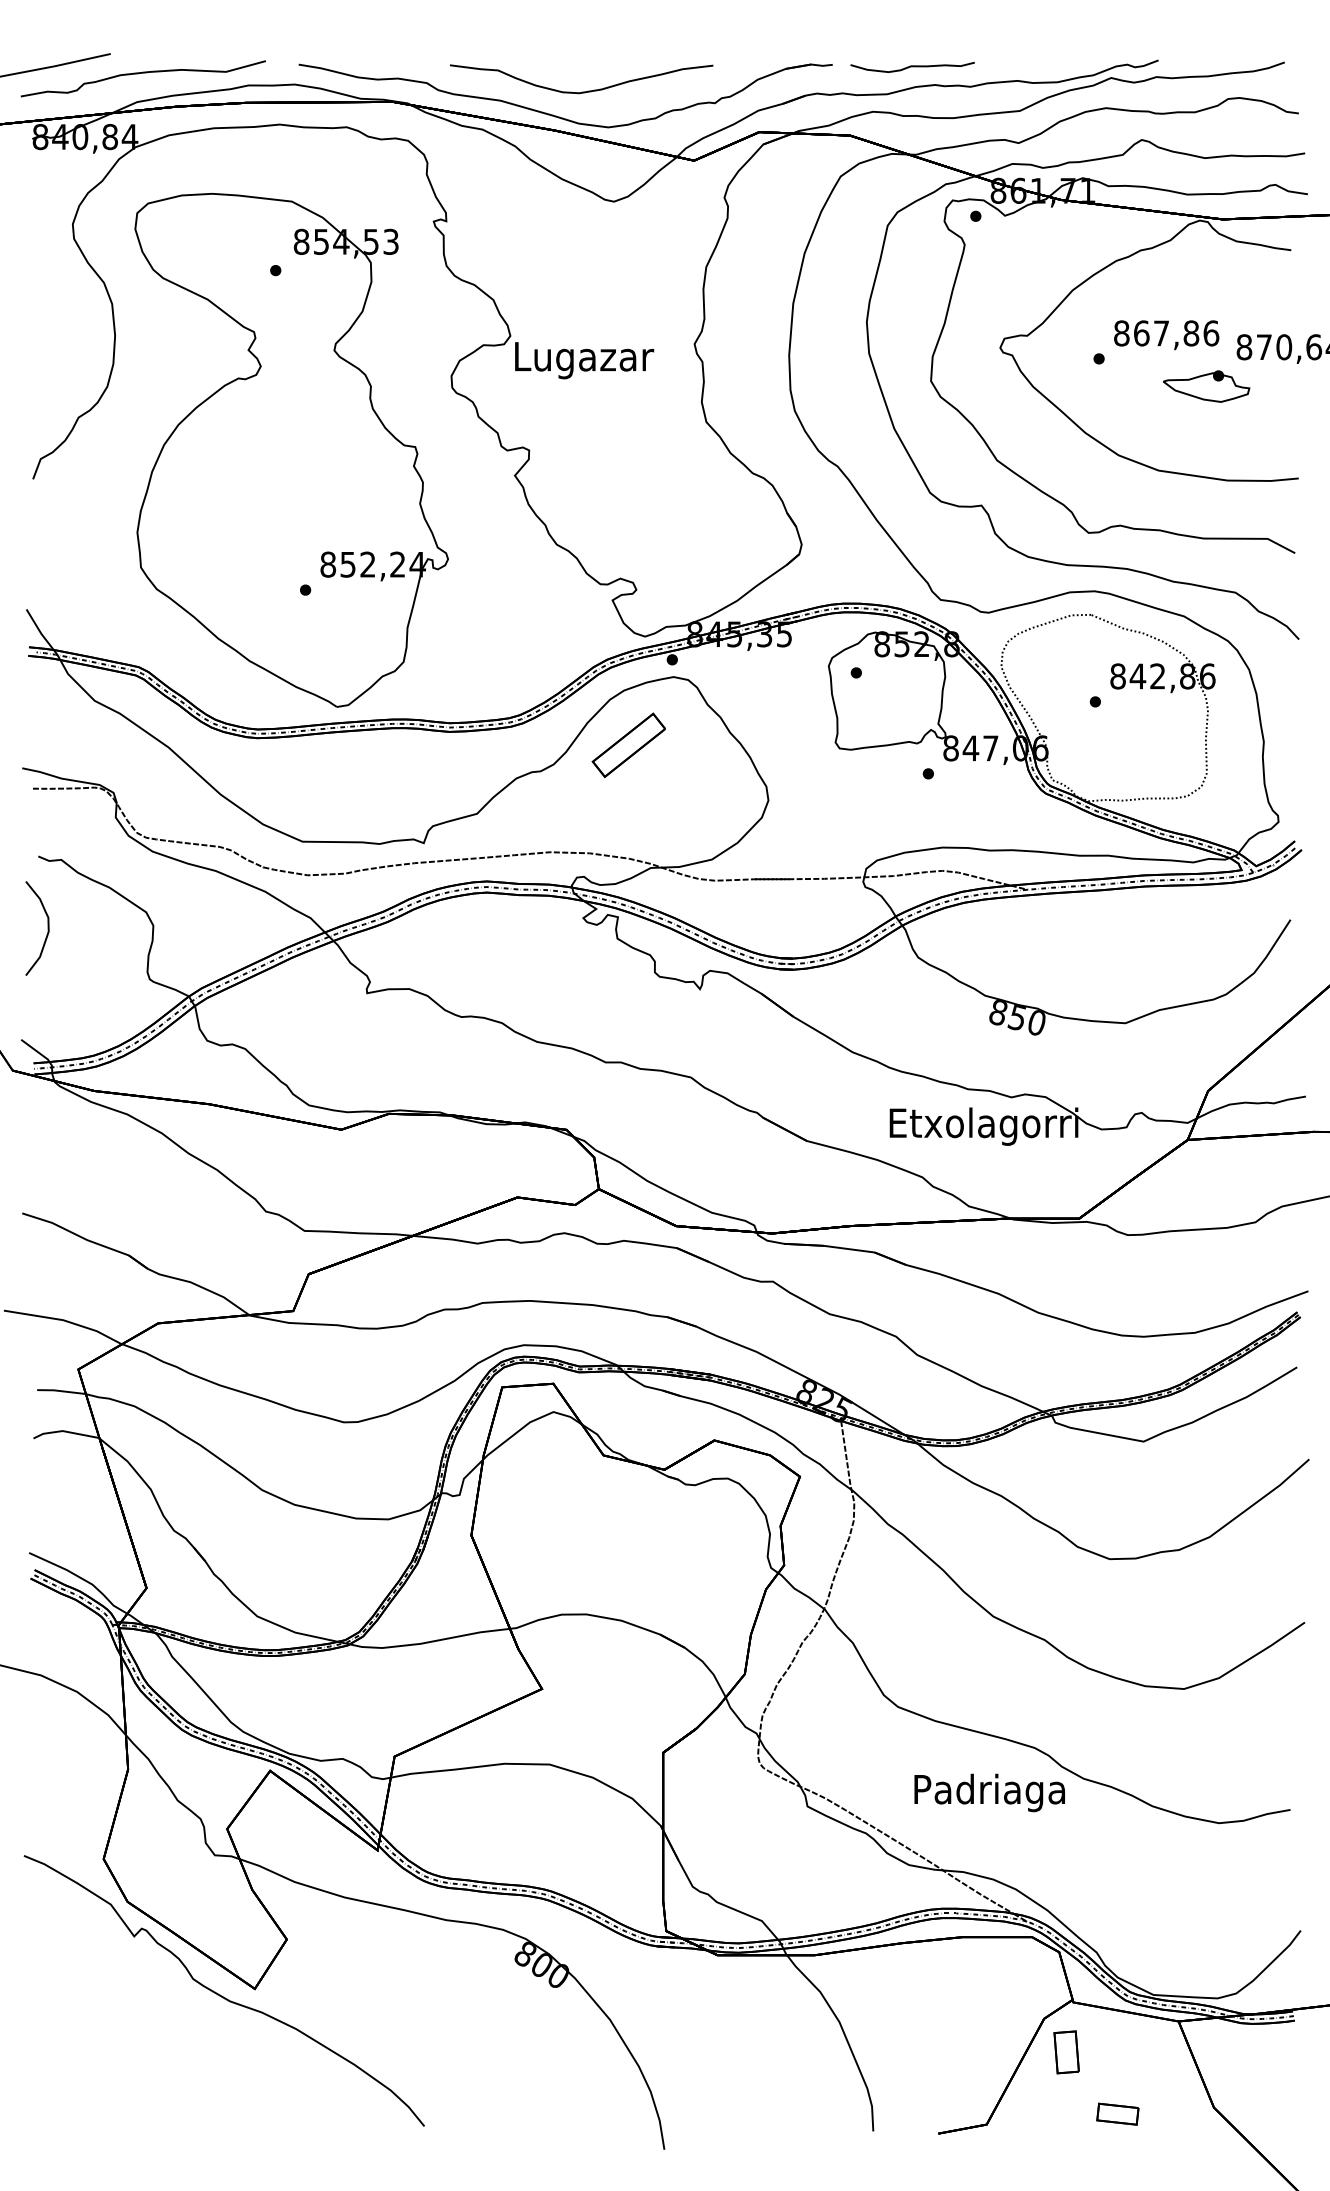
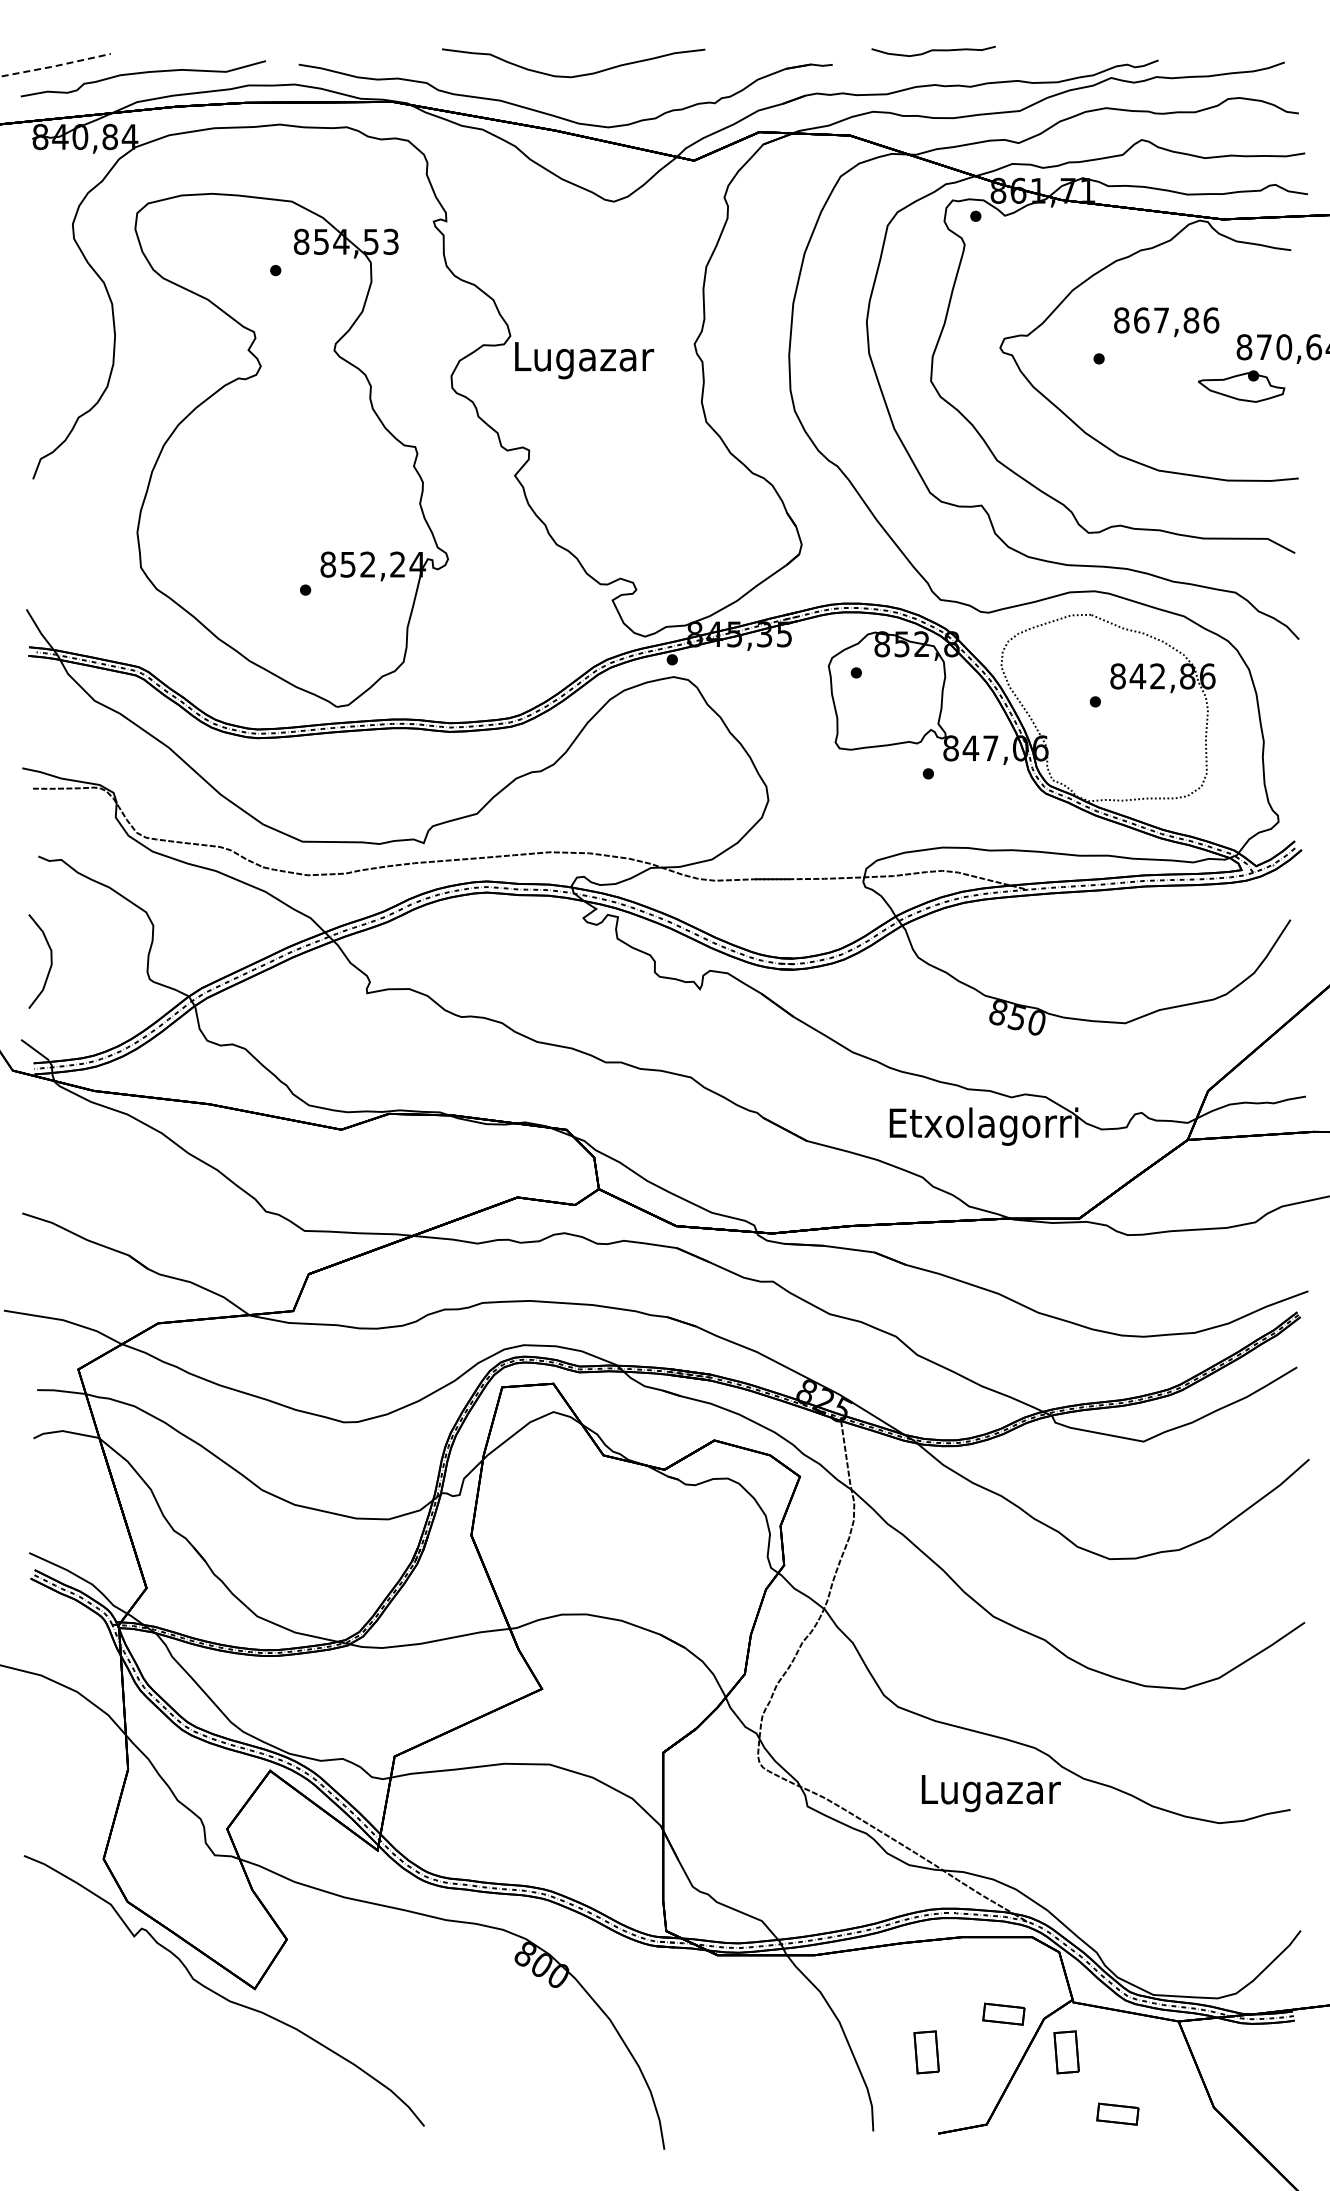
line at (55, 66): solid -> dashed
curve at (912, 66) position: (912, 66) -> (933, 50)
curve at (582, 91) position: (582, 91) -> (574, 75)
text at (1166, 335) position: (1166, 335) -> (1166, 322)
part at (1206, 386) position: (1206, 386) -> (1241, 386)
part at (628, 744): present -> none
curve at (47, 928) position: (47, 928) -> (50, 961)
text at (989, 1792): Padriaga -> Lugazar
part at (1003, 2013): none -> present
part at (926, 2052): none -> present
